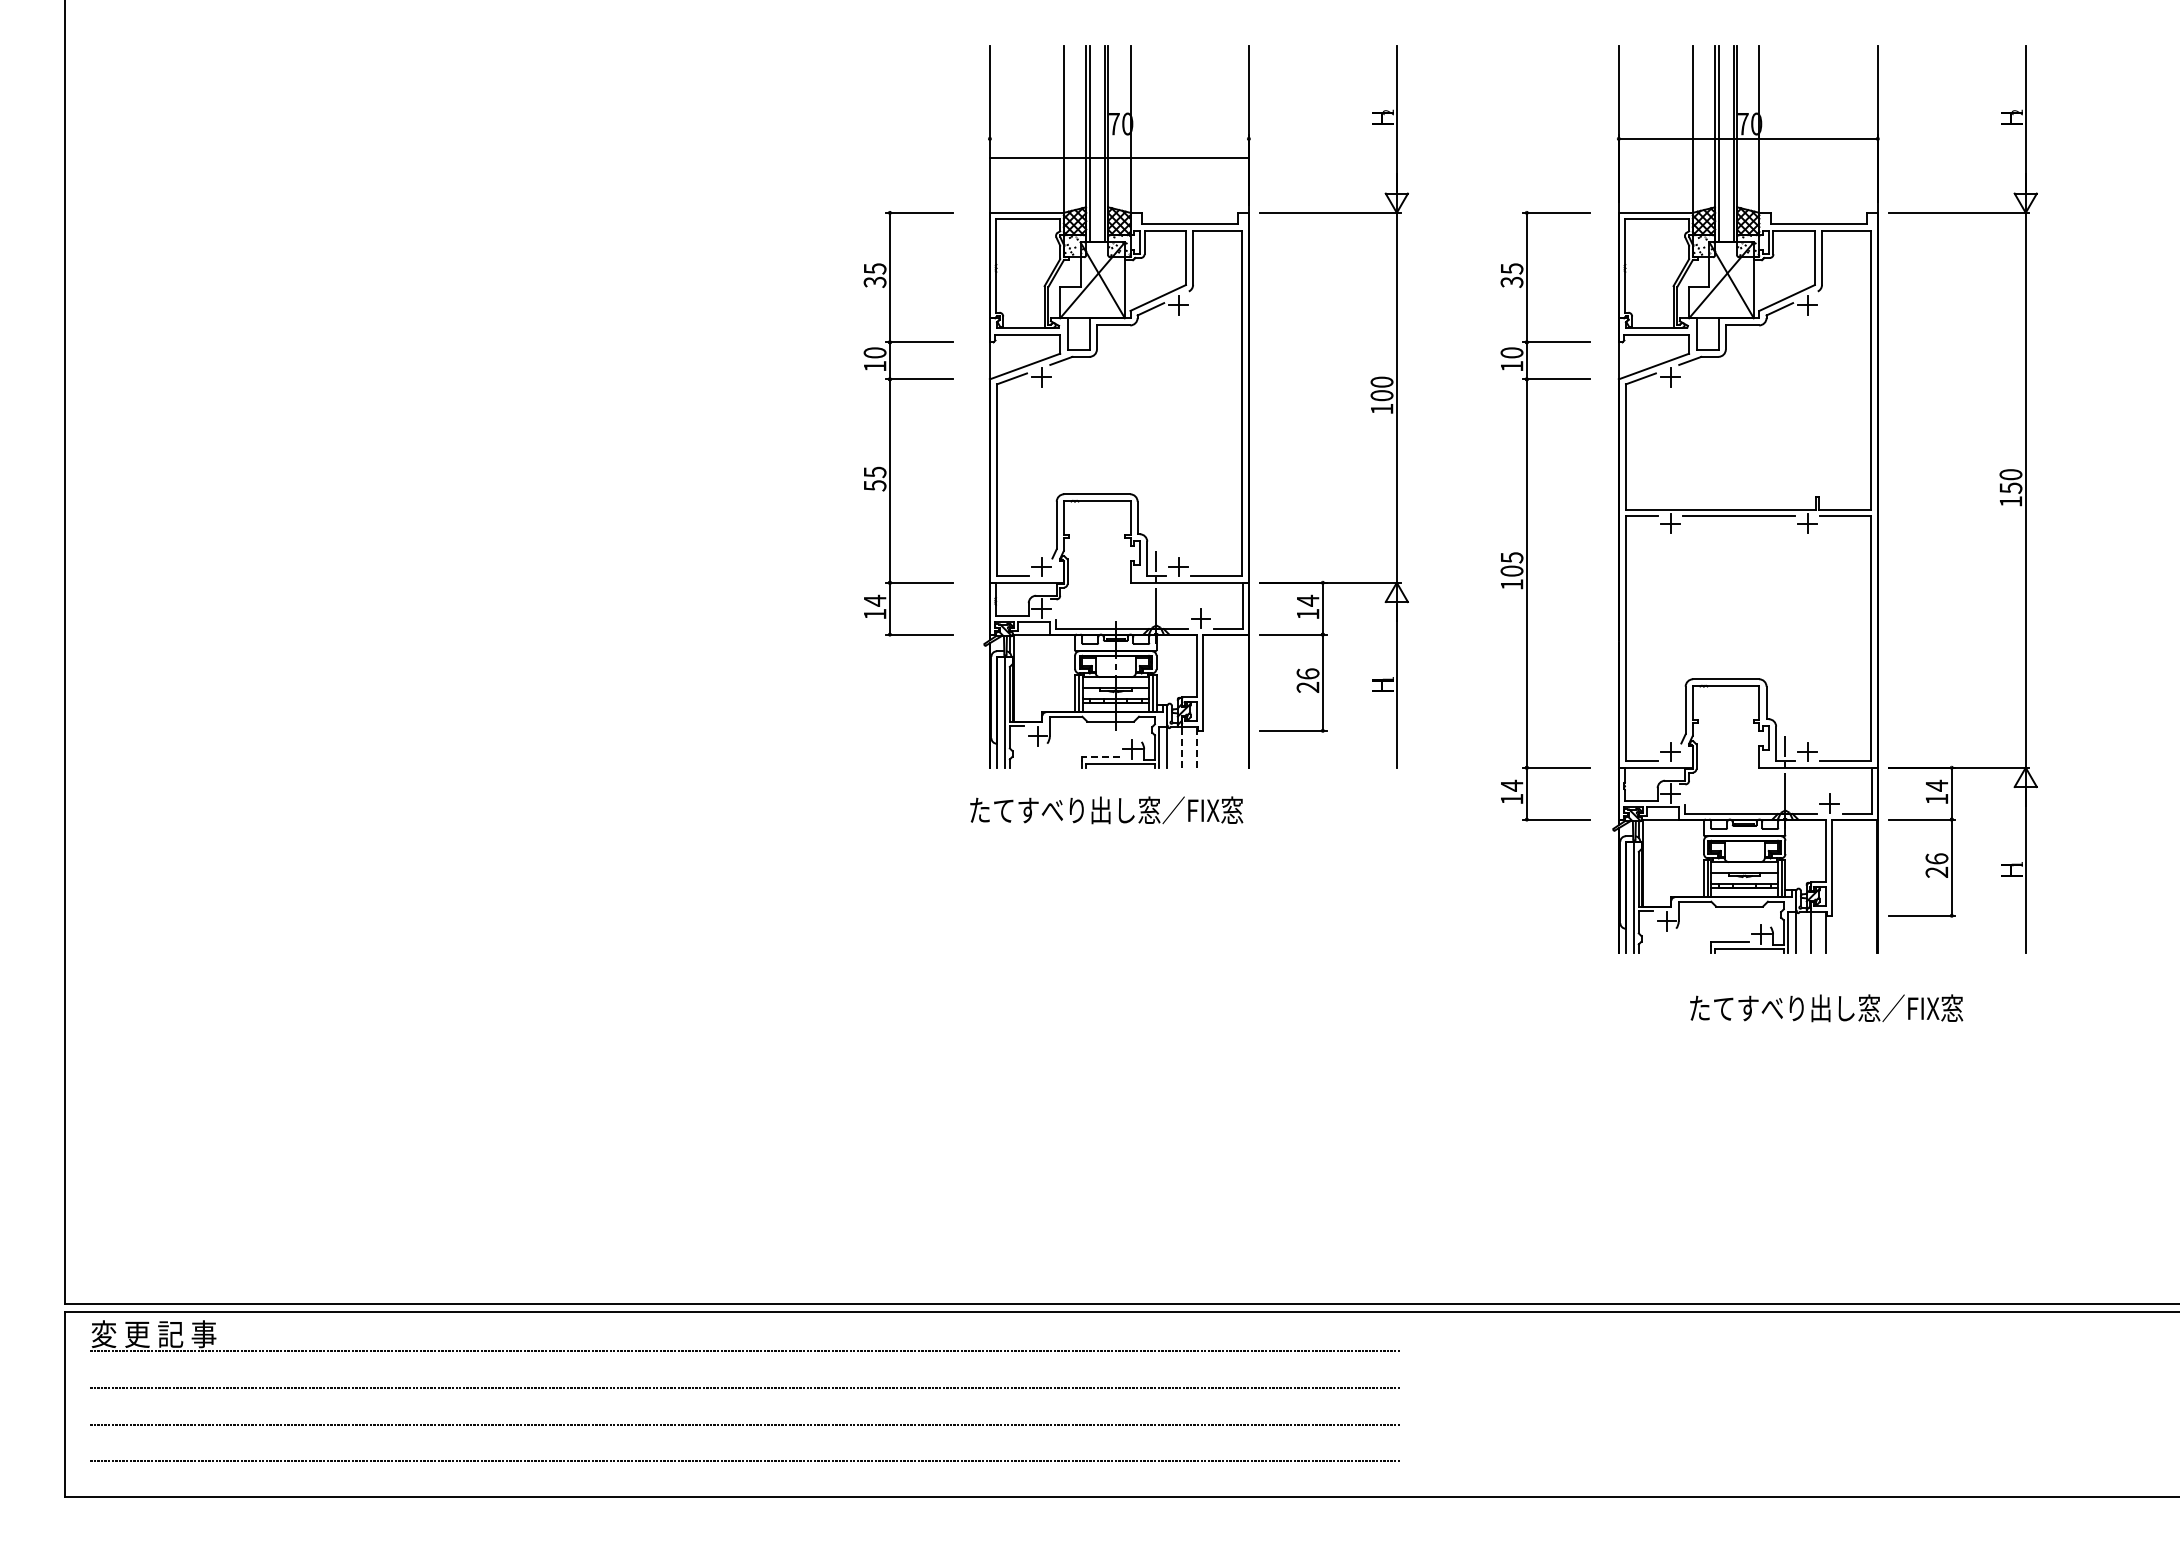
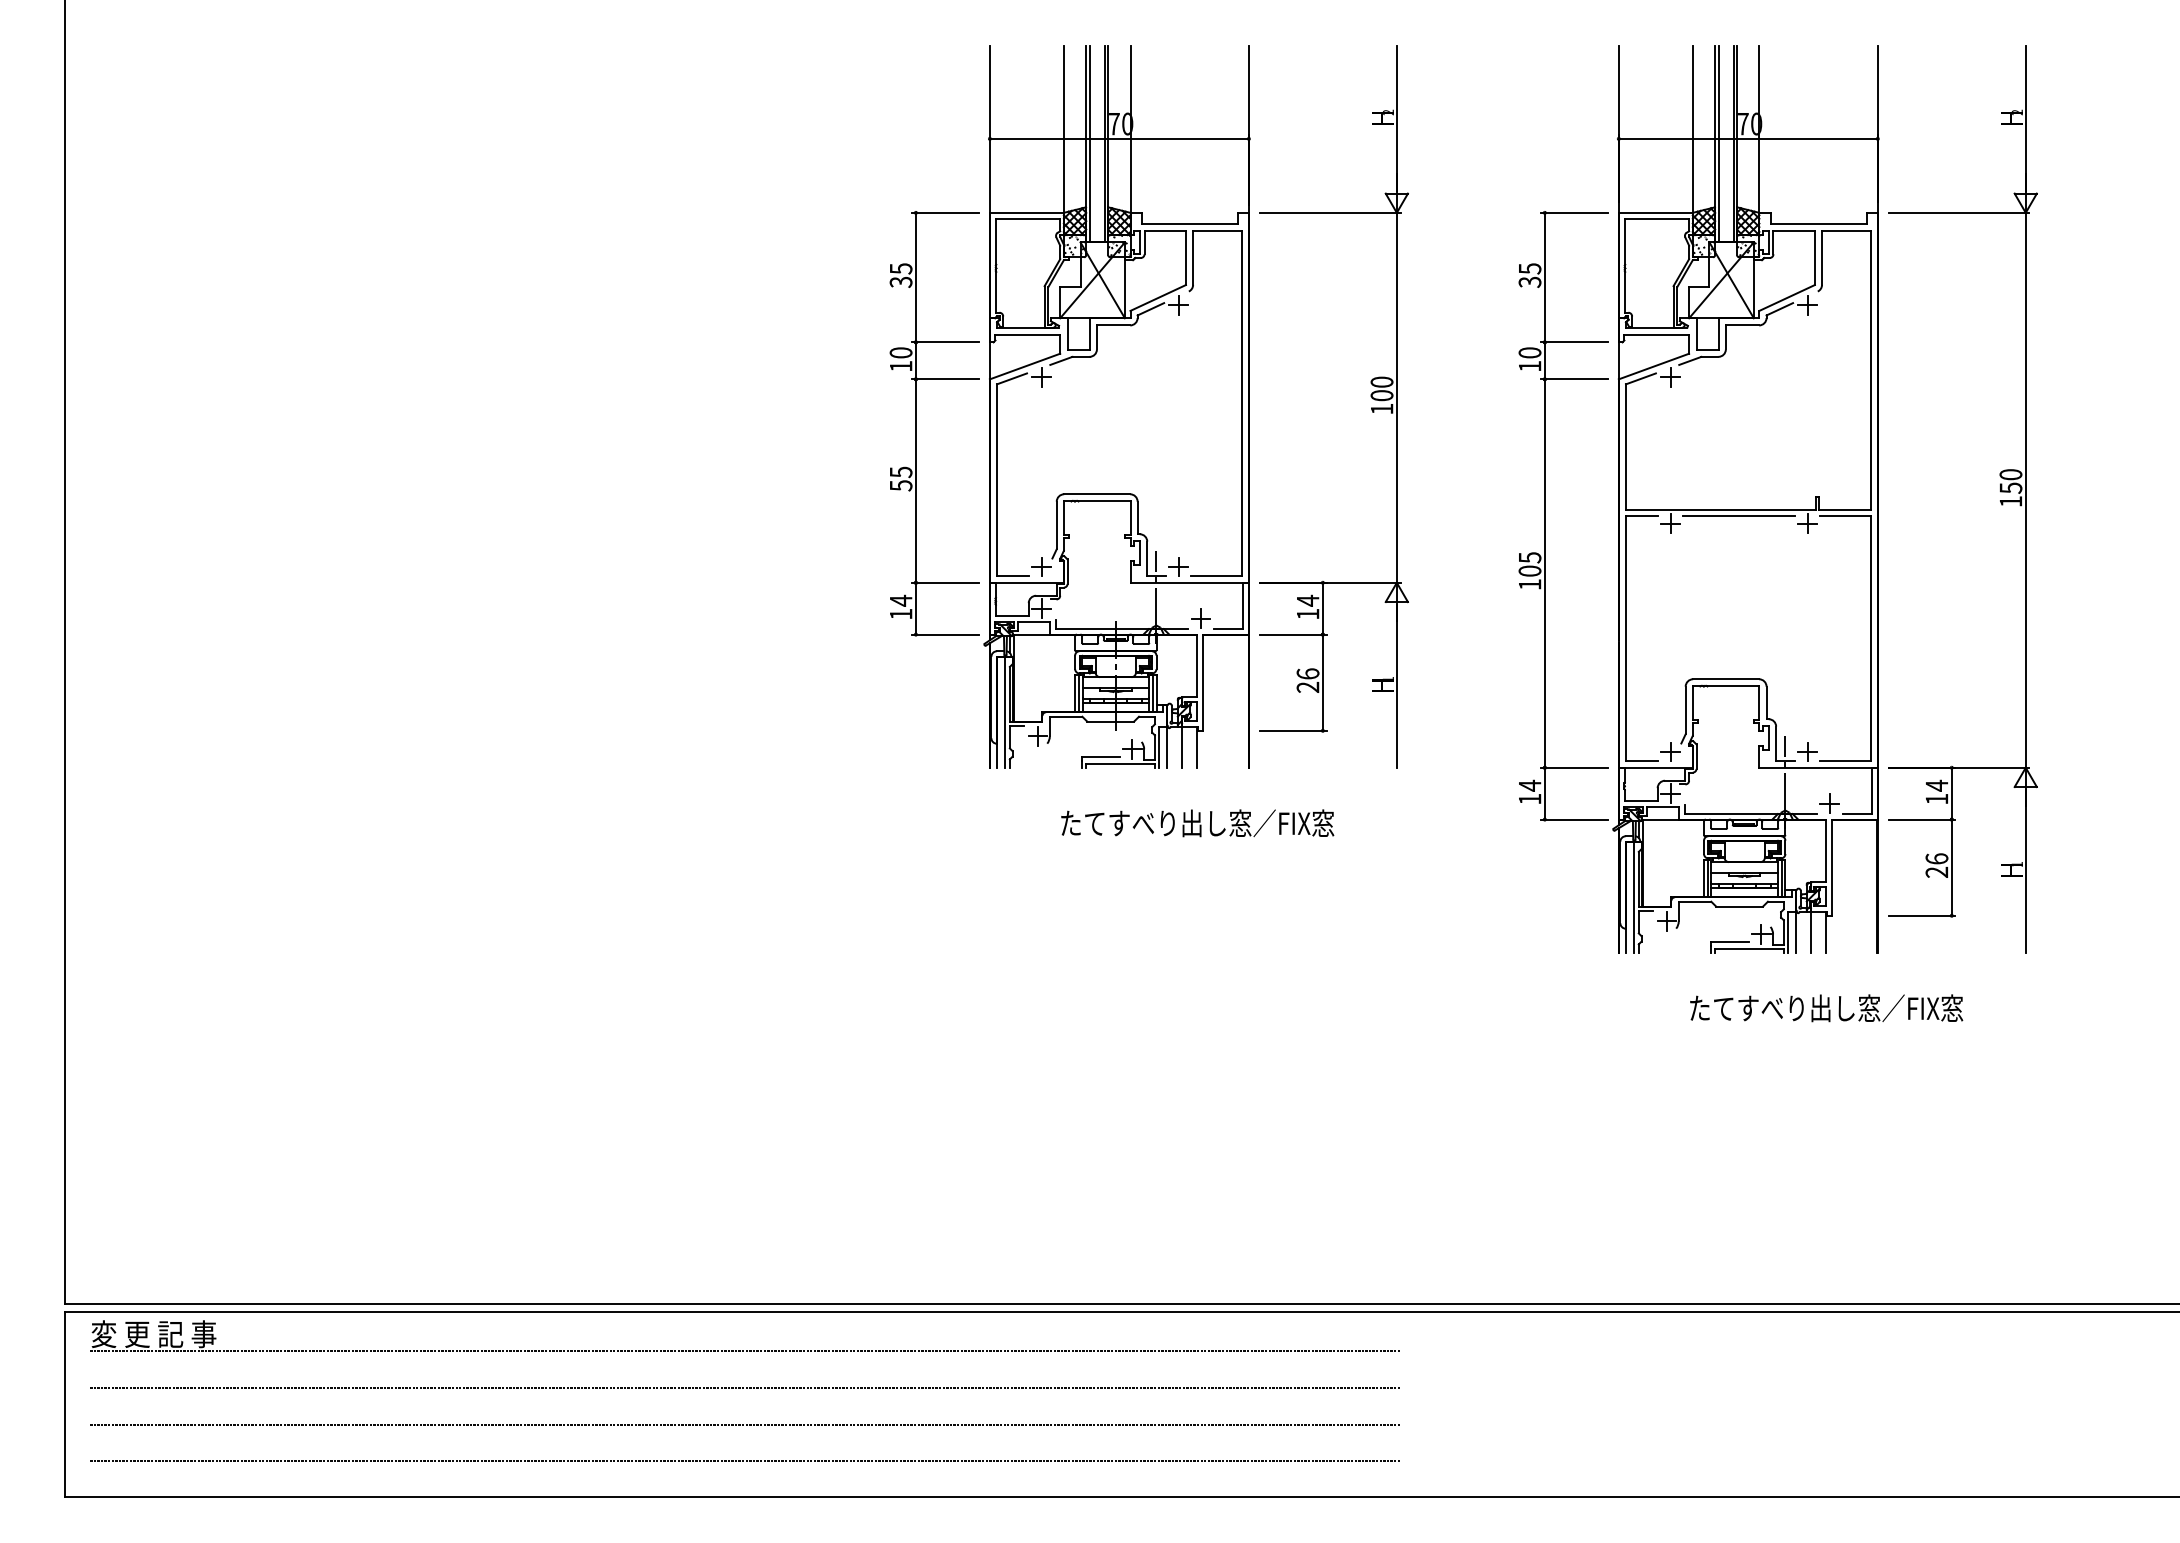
line at (1118, 157) position: (1118, 157) -> (1118, 138)
part at (890, 423) position: (890, 423) -> (916, 423)
part at (1527, 516) position: (1527, 516) -> (1545, 516)
line at (1182, 746): dashed -> solid
line at (1196, 746): dashed -> solid
line at (1100, 756): dashed -> solid
text at (1106, 810) position: (1106, 810) -> (1197, 823)
